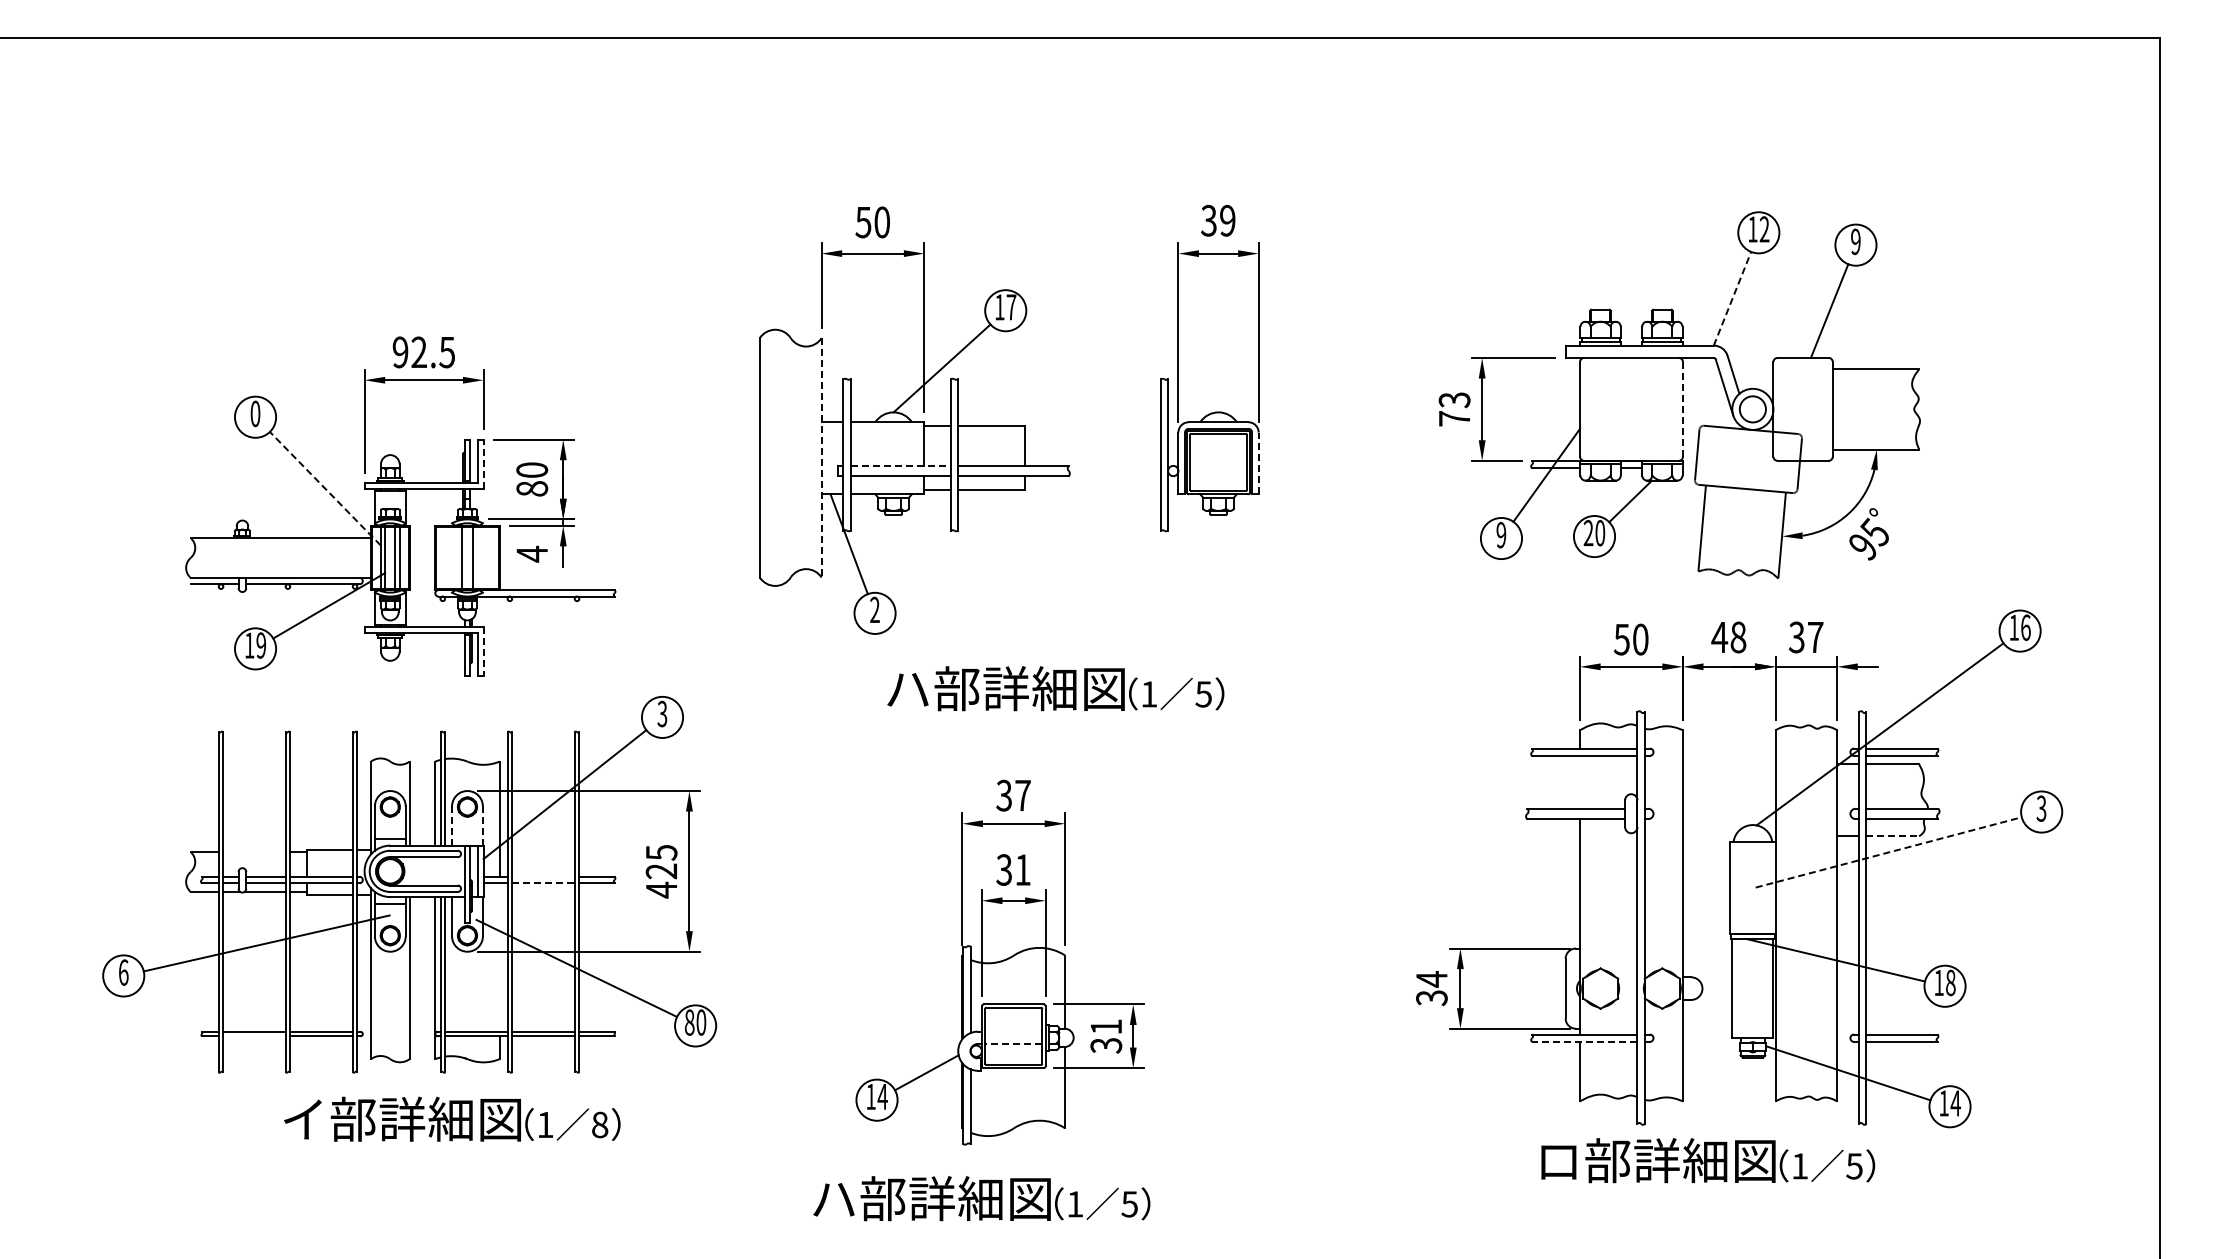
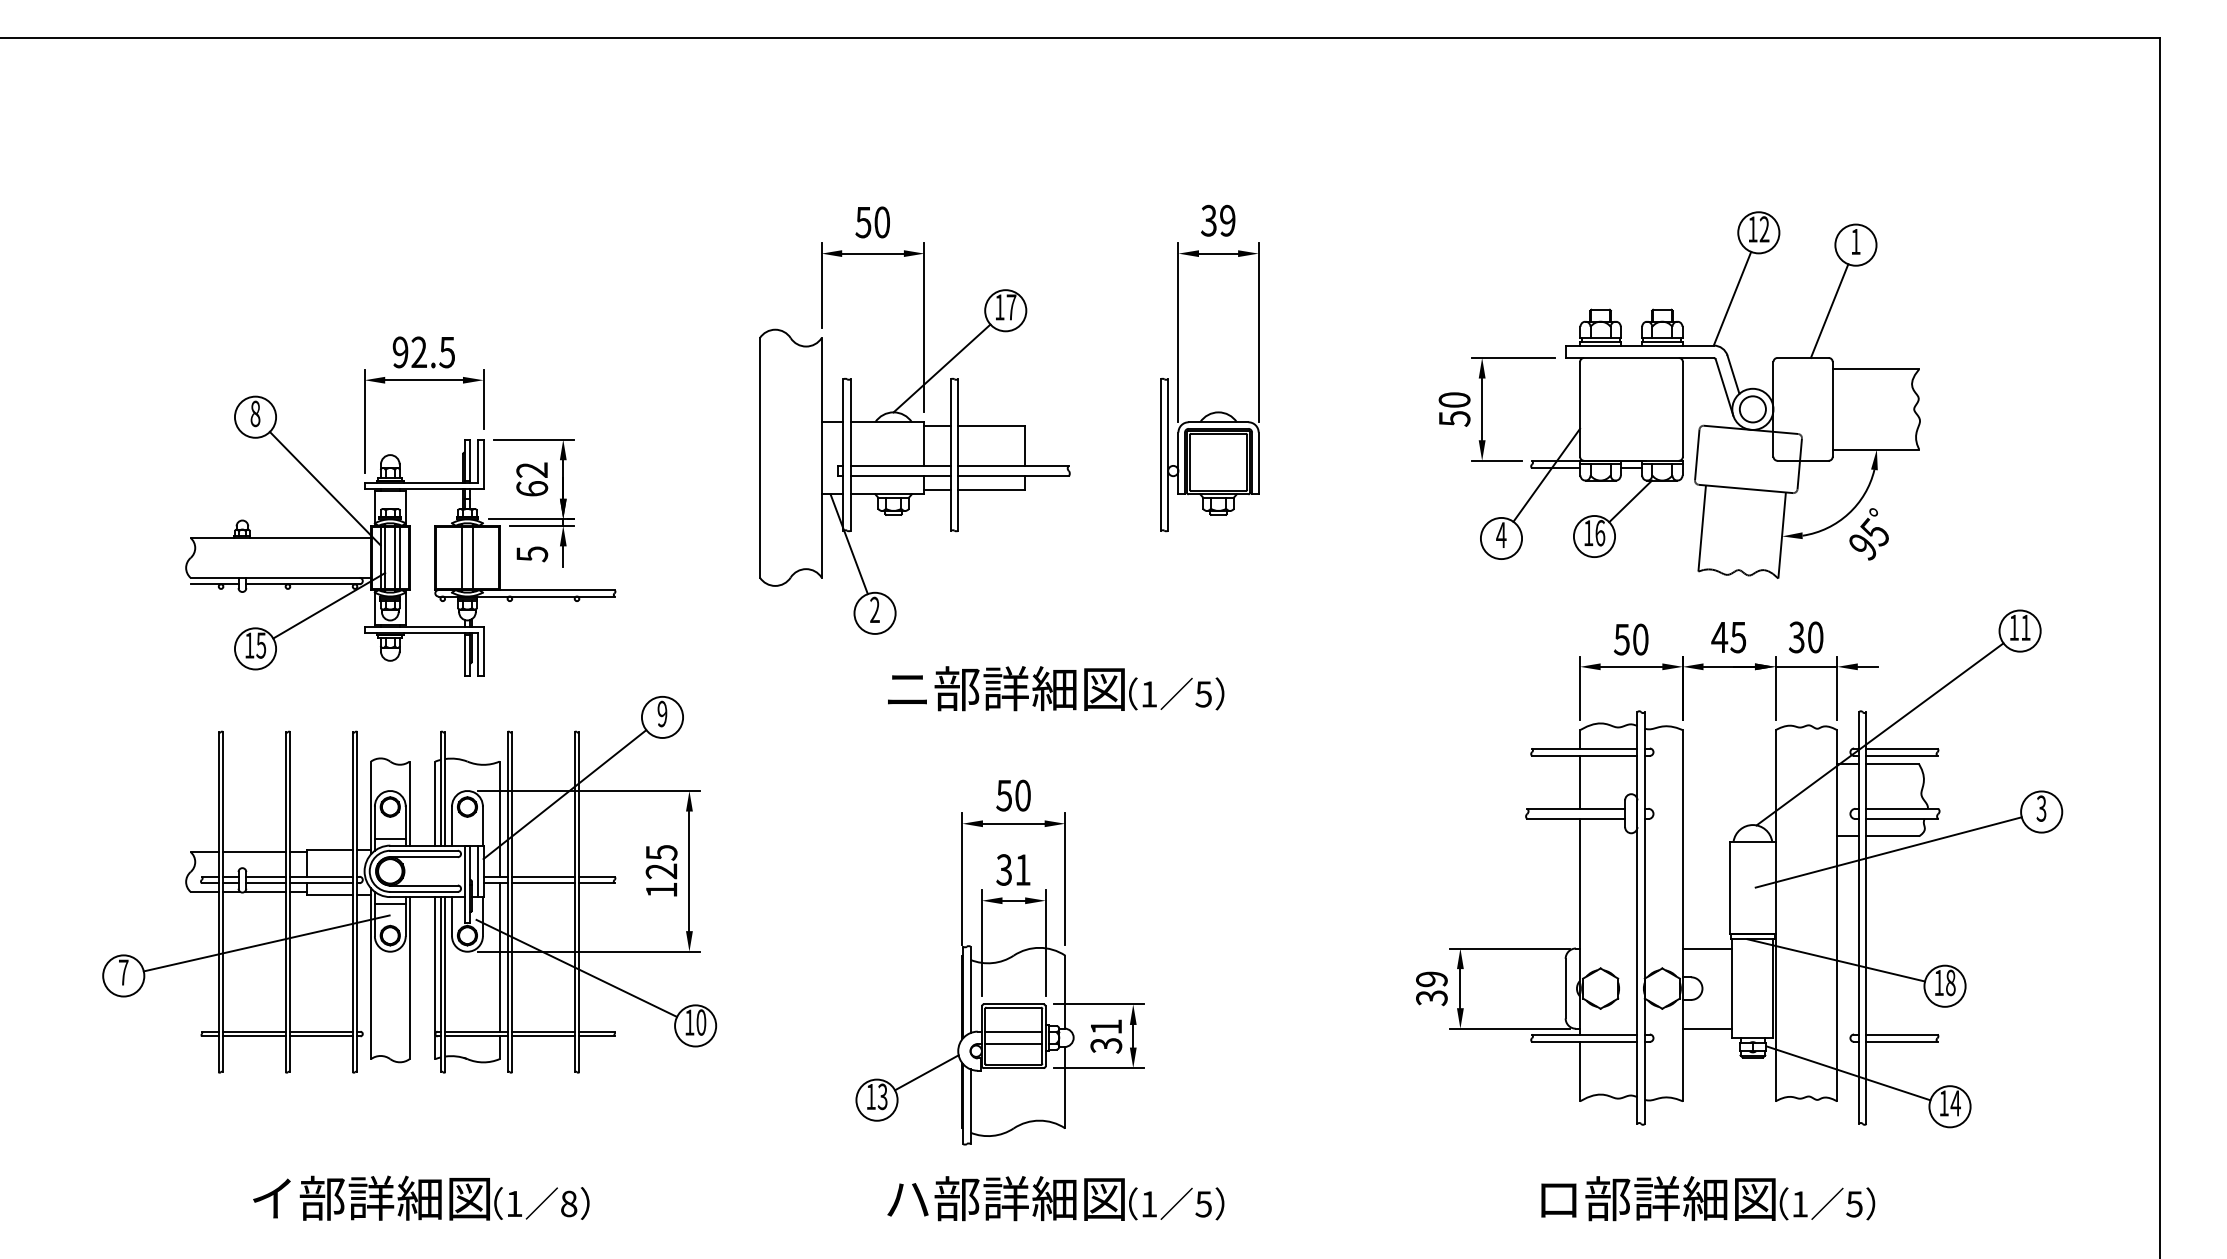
text at (1855, 241): 9 -> 1
line at (1732, 298): dashed -> solid
line at (1682, 408): dashed -> solid
text at (1454, 409): 73 -> 50
text at (255, 413): 0 -> 8
line at (821, 457): dashed -> solid
line at (483, 463): dashed -> solid
line at (1258, 463): dashed -> solid
line at (900, 465): dashed -> solid
text at (532, 479): 80 -> 62
line at (324, 488): dashed -> solid
text at (1594, 533): 20 -> 16
text at (1501, 535): 9 -> 4
text at (532, 553): 4 -> 5
text at (2025, 627): 16 -> 11
text at (1738, 637): 48 -> 45
text at (1815, 637): 37 -> 30
text at (261, 645): 19 -> 15
line at (483, 652): dashed -> solid
text at (907, 689): ハ部詳細図 -> ニ部詳細図
text at (662, 714): 3 -> 9
line at (1580, 781): none -> present
text at (1013, 795): 37 -> 50
line at (452, 826): dashed -> solid
line at (482, 826): dashed -> solid
line at (1893, 836): dashed -> solid
line at (254, 852): none -> present
line at (1888, 852): dashed -> solid
line at (543, 876): none -> present
line at (543, 883): dashed -> solid
text at (661, 889): 425 -> 125
line at (1707, 948): none -> present
line at (499, 957): none -> present
text at (123, 972): 6 -> 7
text at (1431, 979): 34 -> 39
text at (689, 1022): 80 -> 10
line at (1707, 1028): none -> present
line at (1013, 1031): none -> present
line at (254, 1036): none -> present
line at (1584, 1041): dashed -> solid
line at (1013, 1044): dashed -> solid
text at (882, 1096): 14 -> 13
text at (452, 1118) position: (452, 1118) -> (421, 1197)
text at (1708, 1160) position: (1708, 1160) -> (1708, 1198)
text at (981, 1198) position: (981, 1198) -> (1055, 1198)
